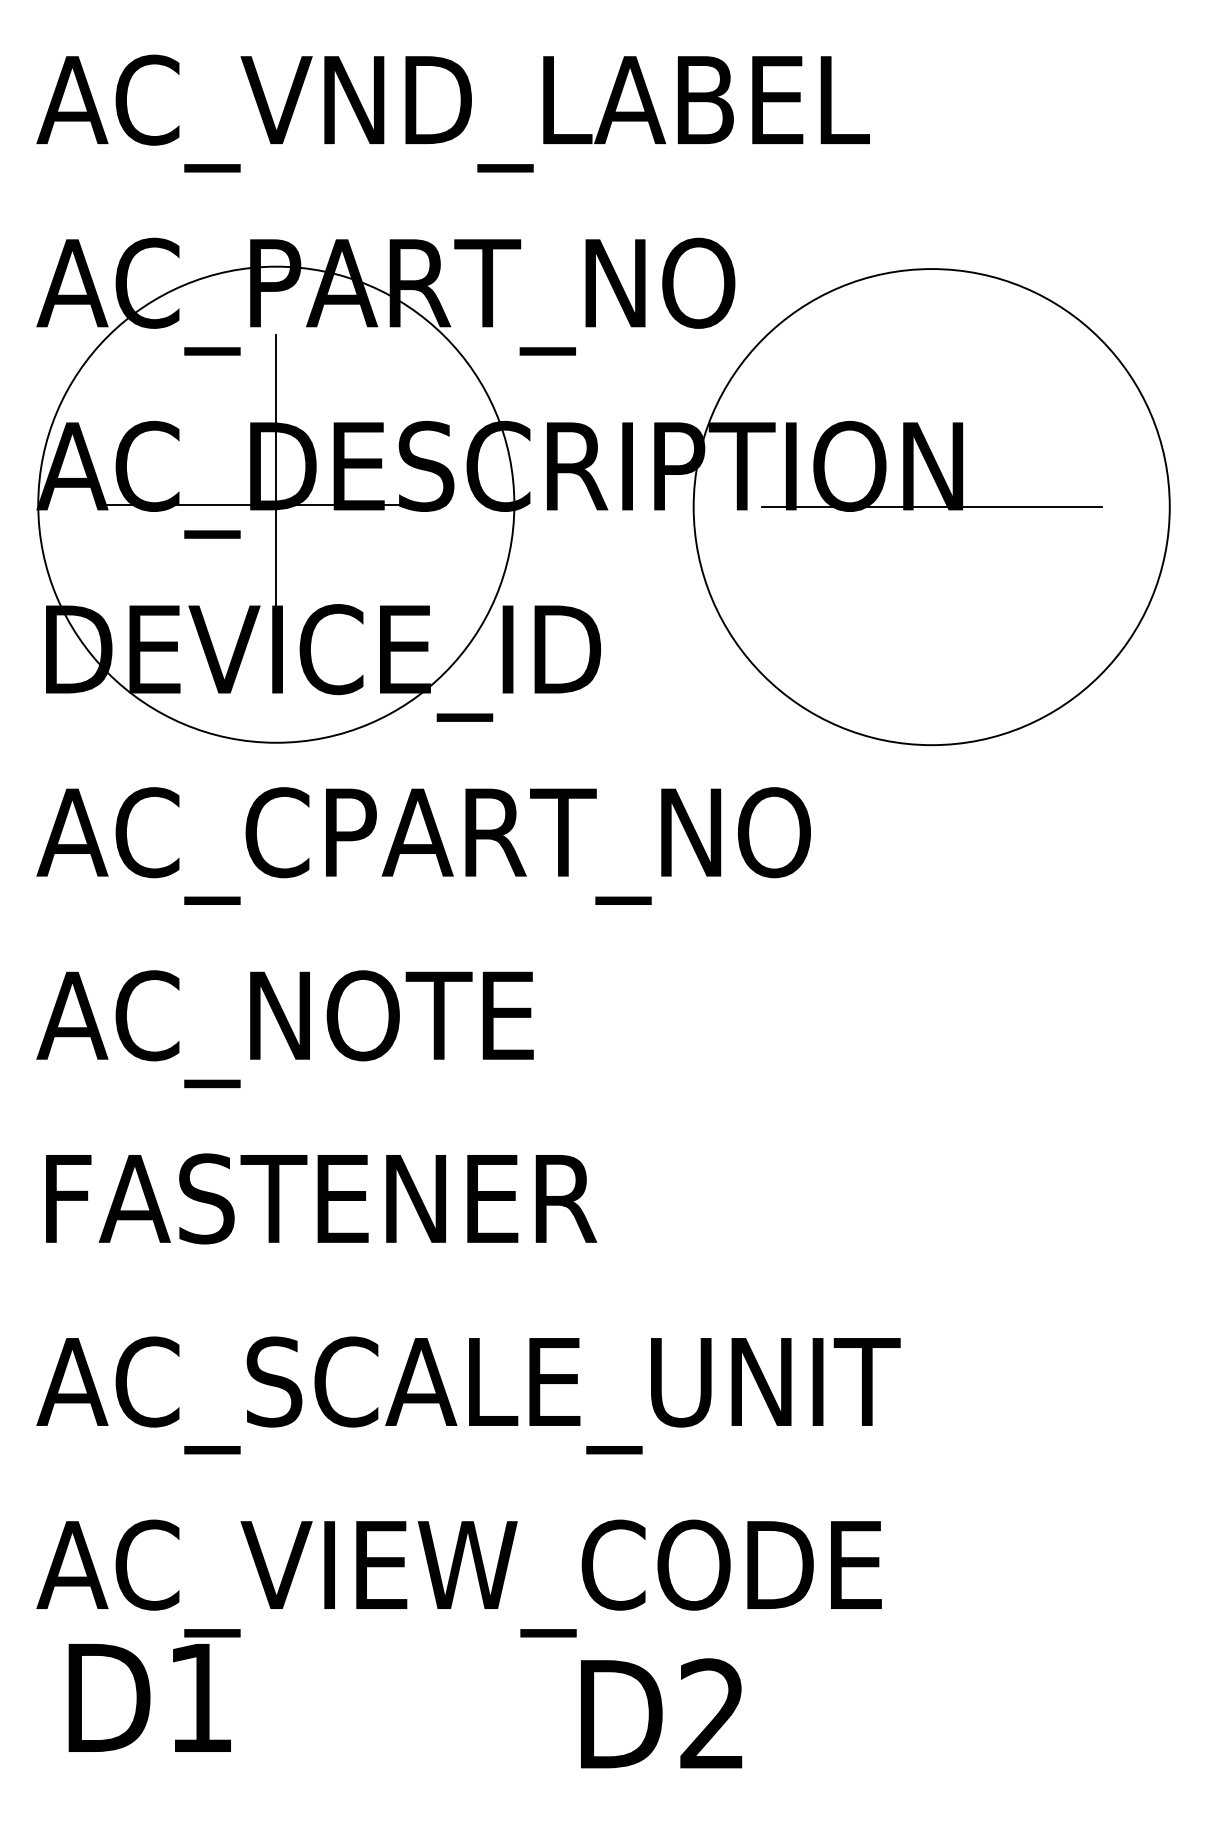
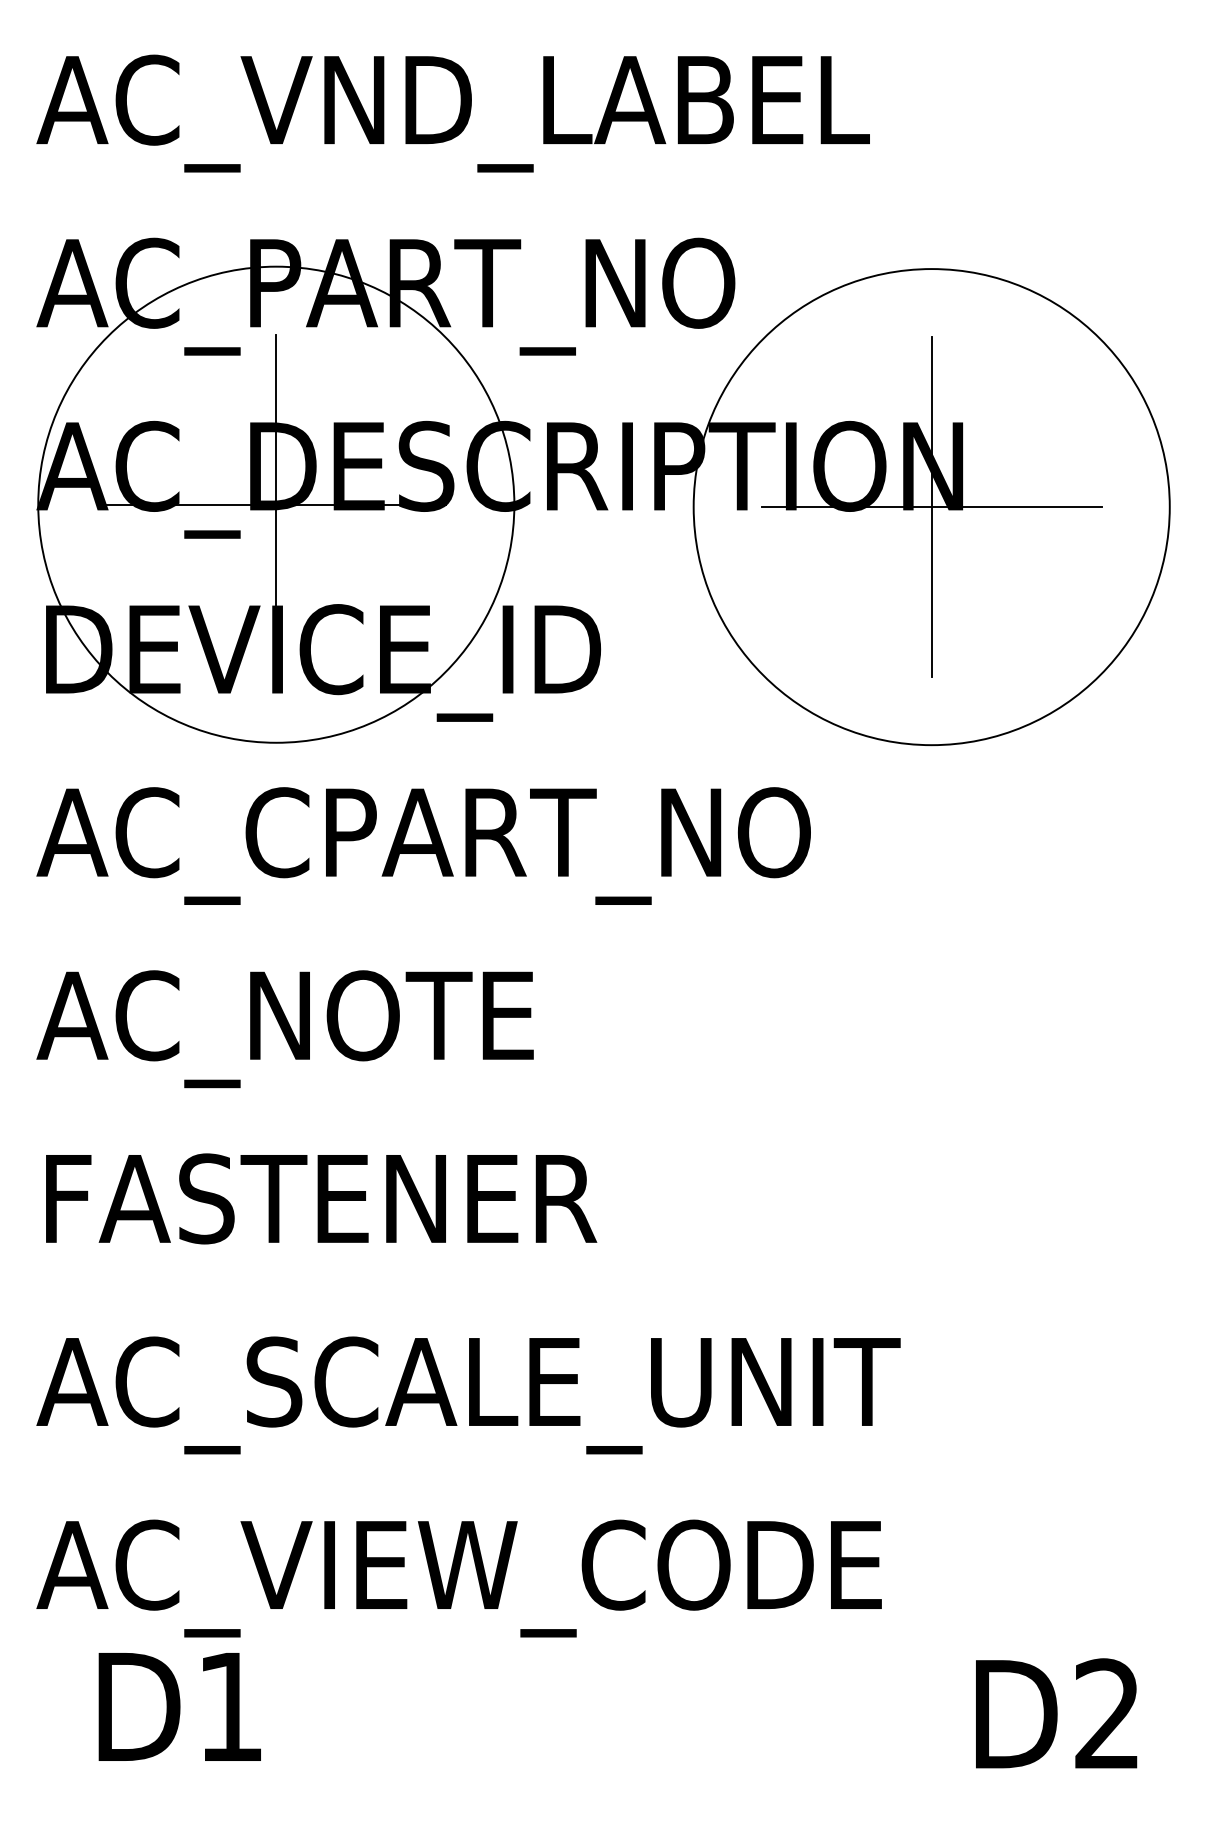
line at (931, 507): none -> present
text at (149, 1697) position: (149, 1697) -> (179, 1706)
text at (661, 1713) position: (661, 1713) -> (1056, 1713)
